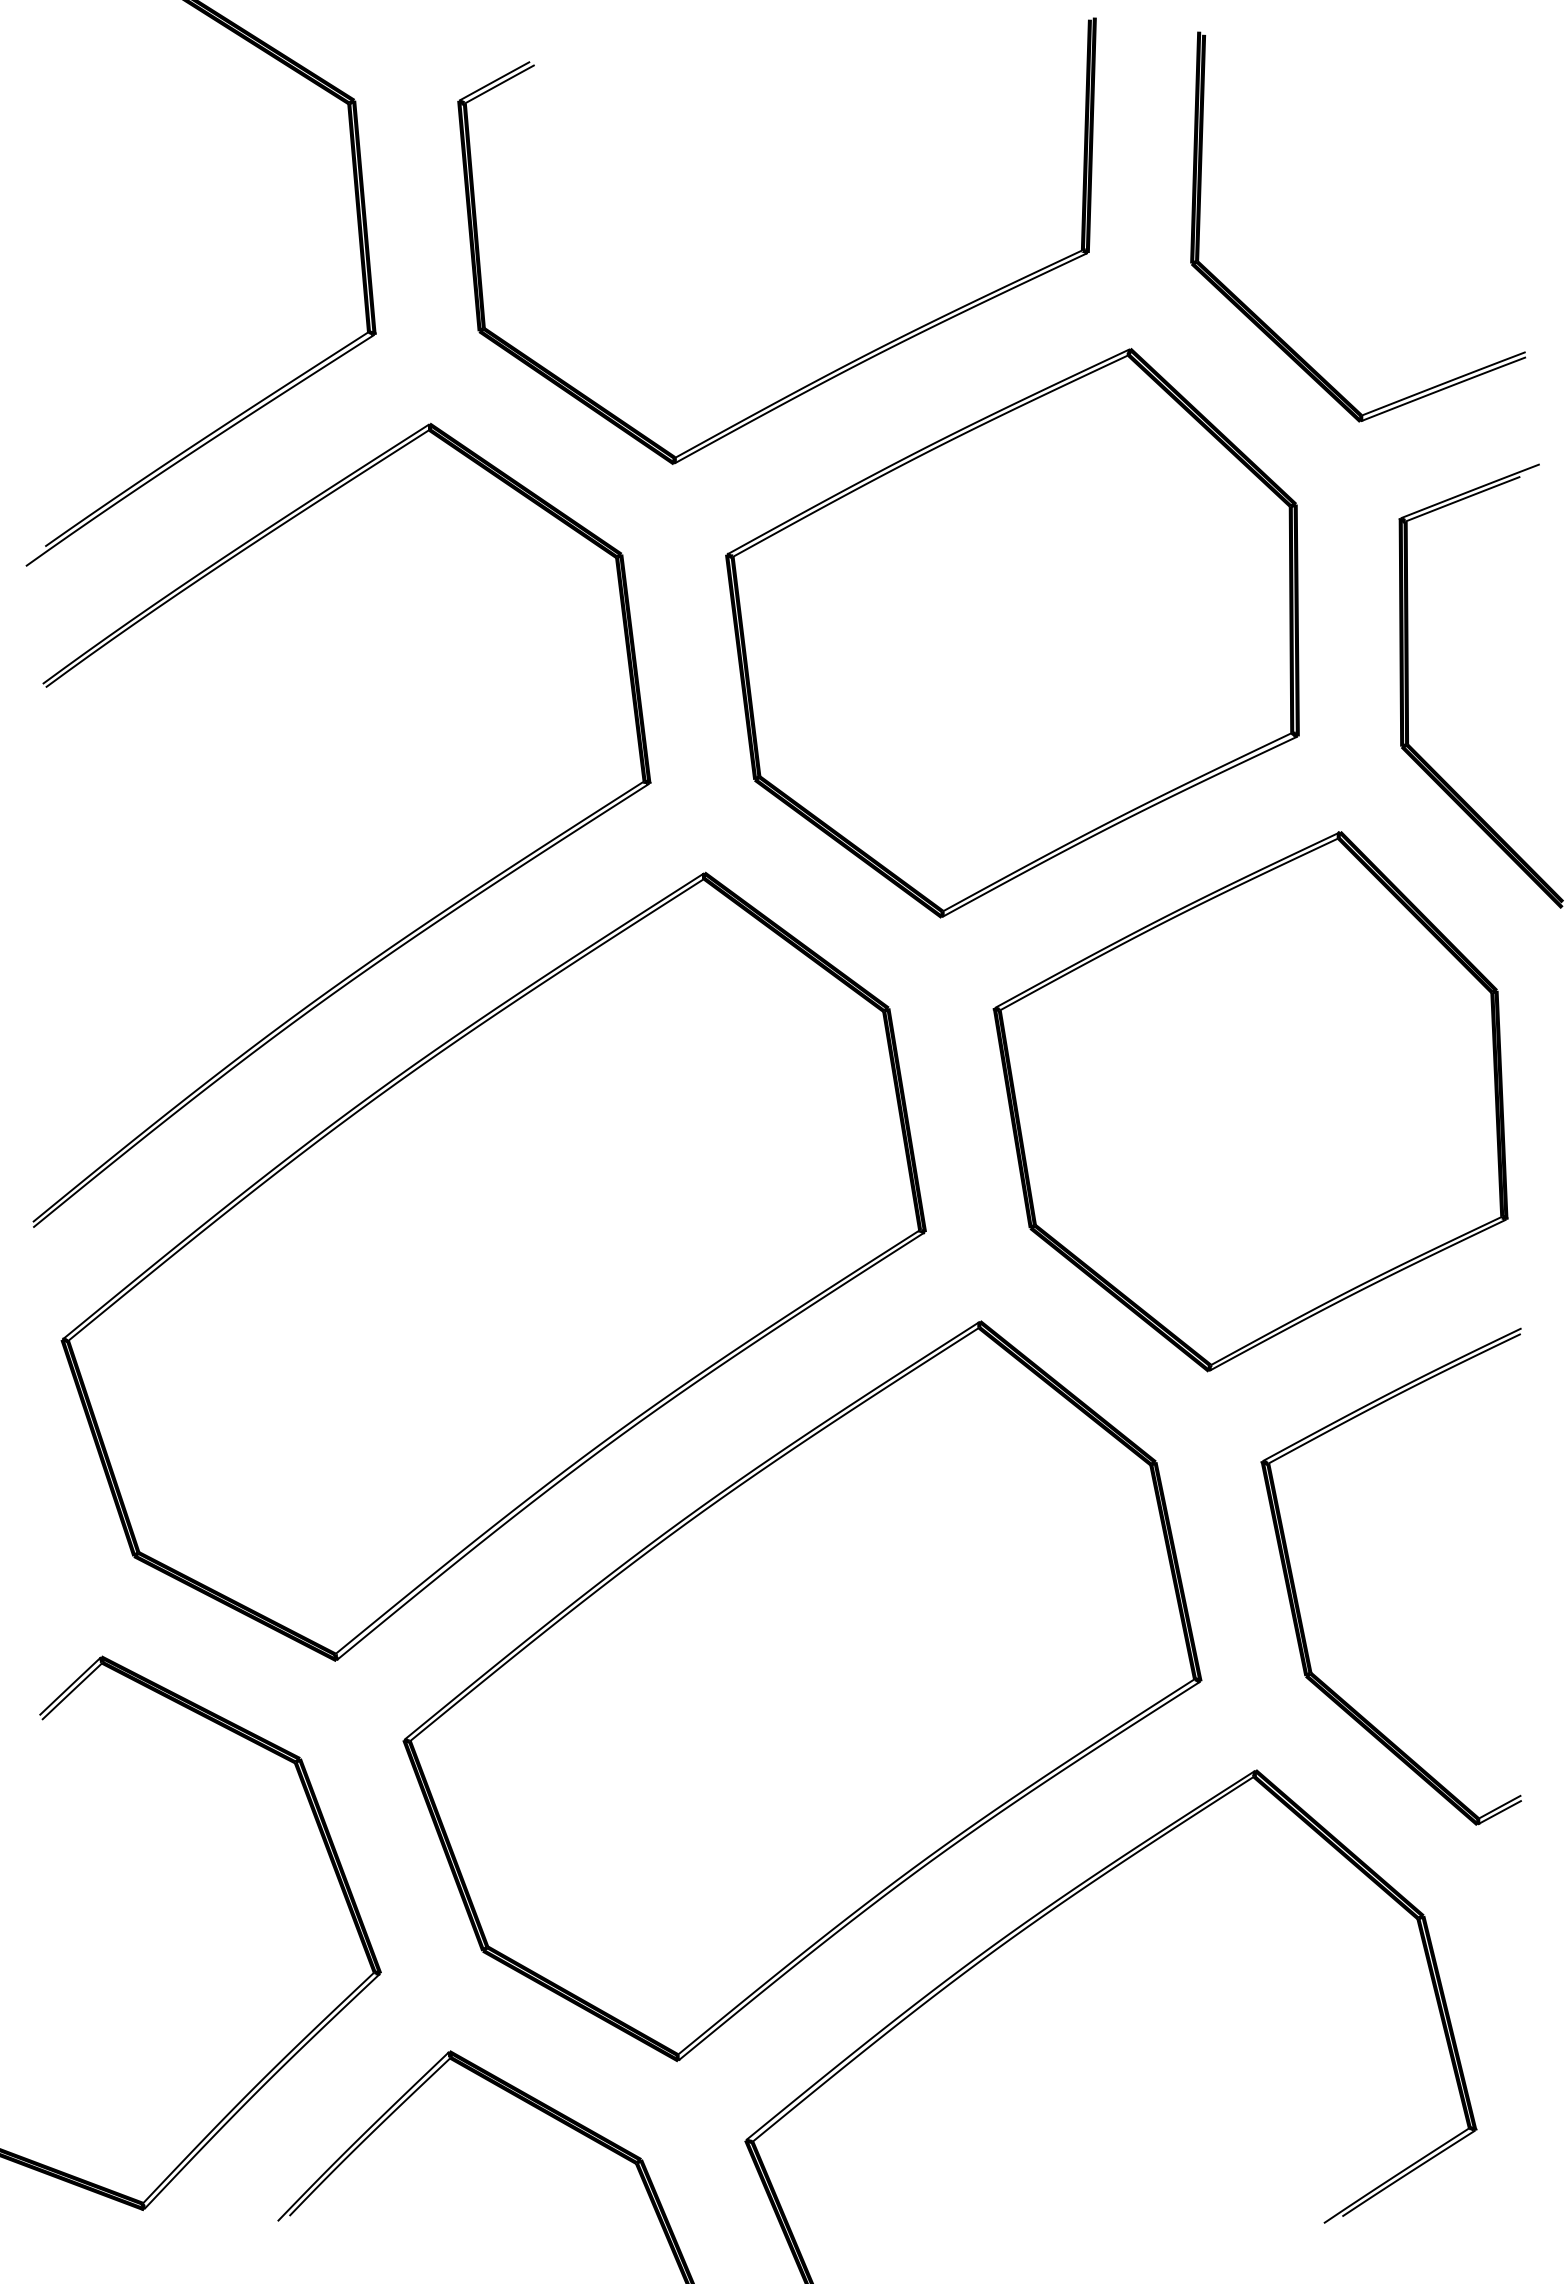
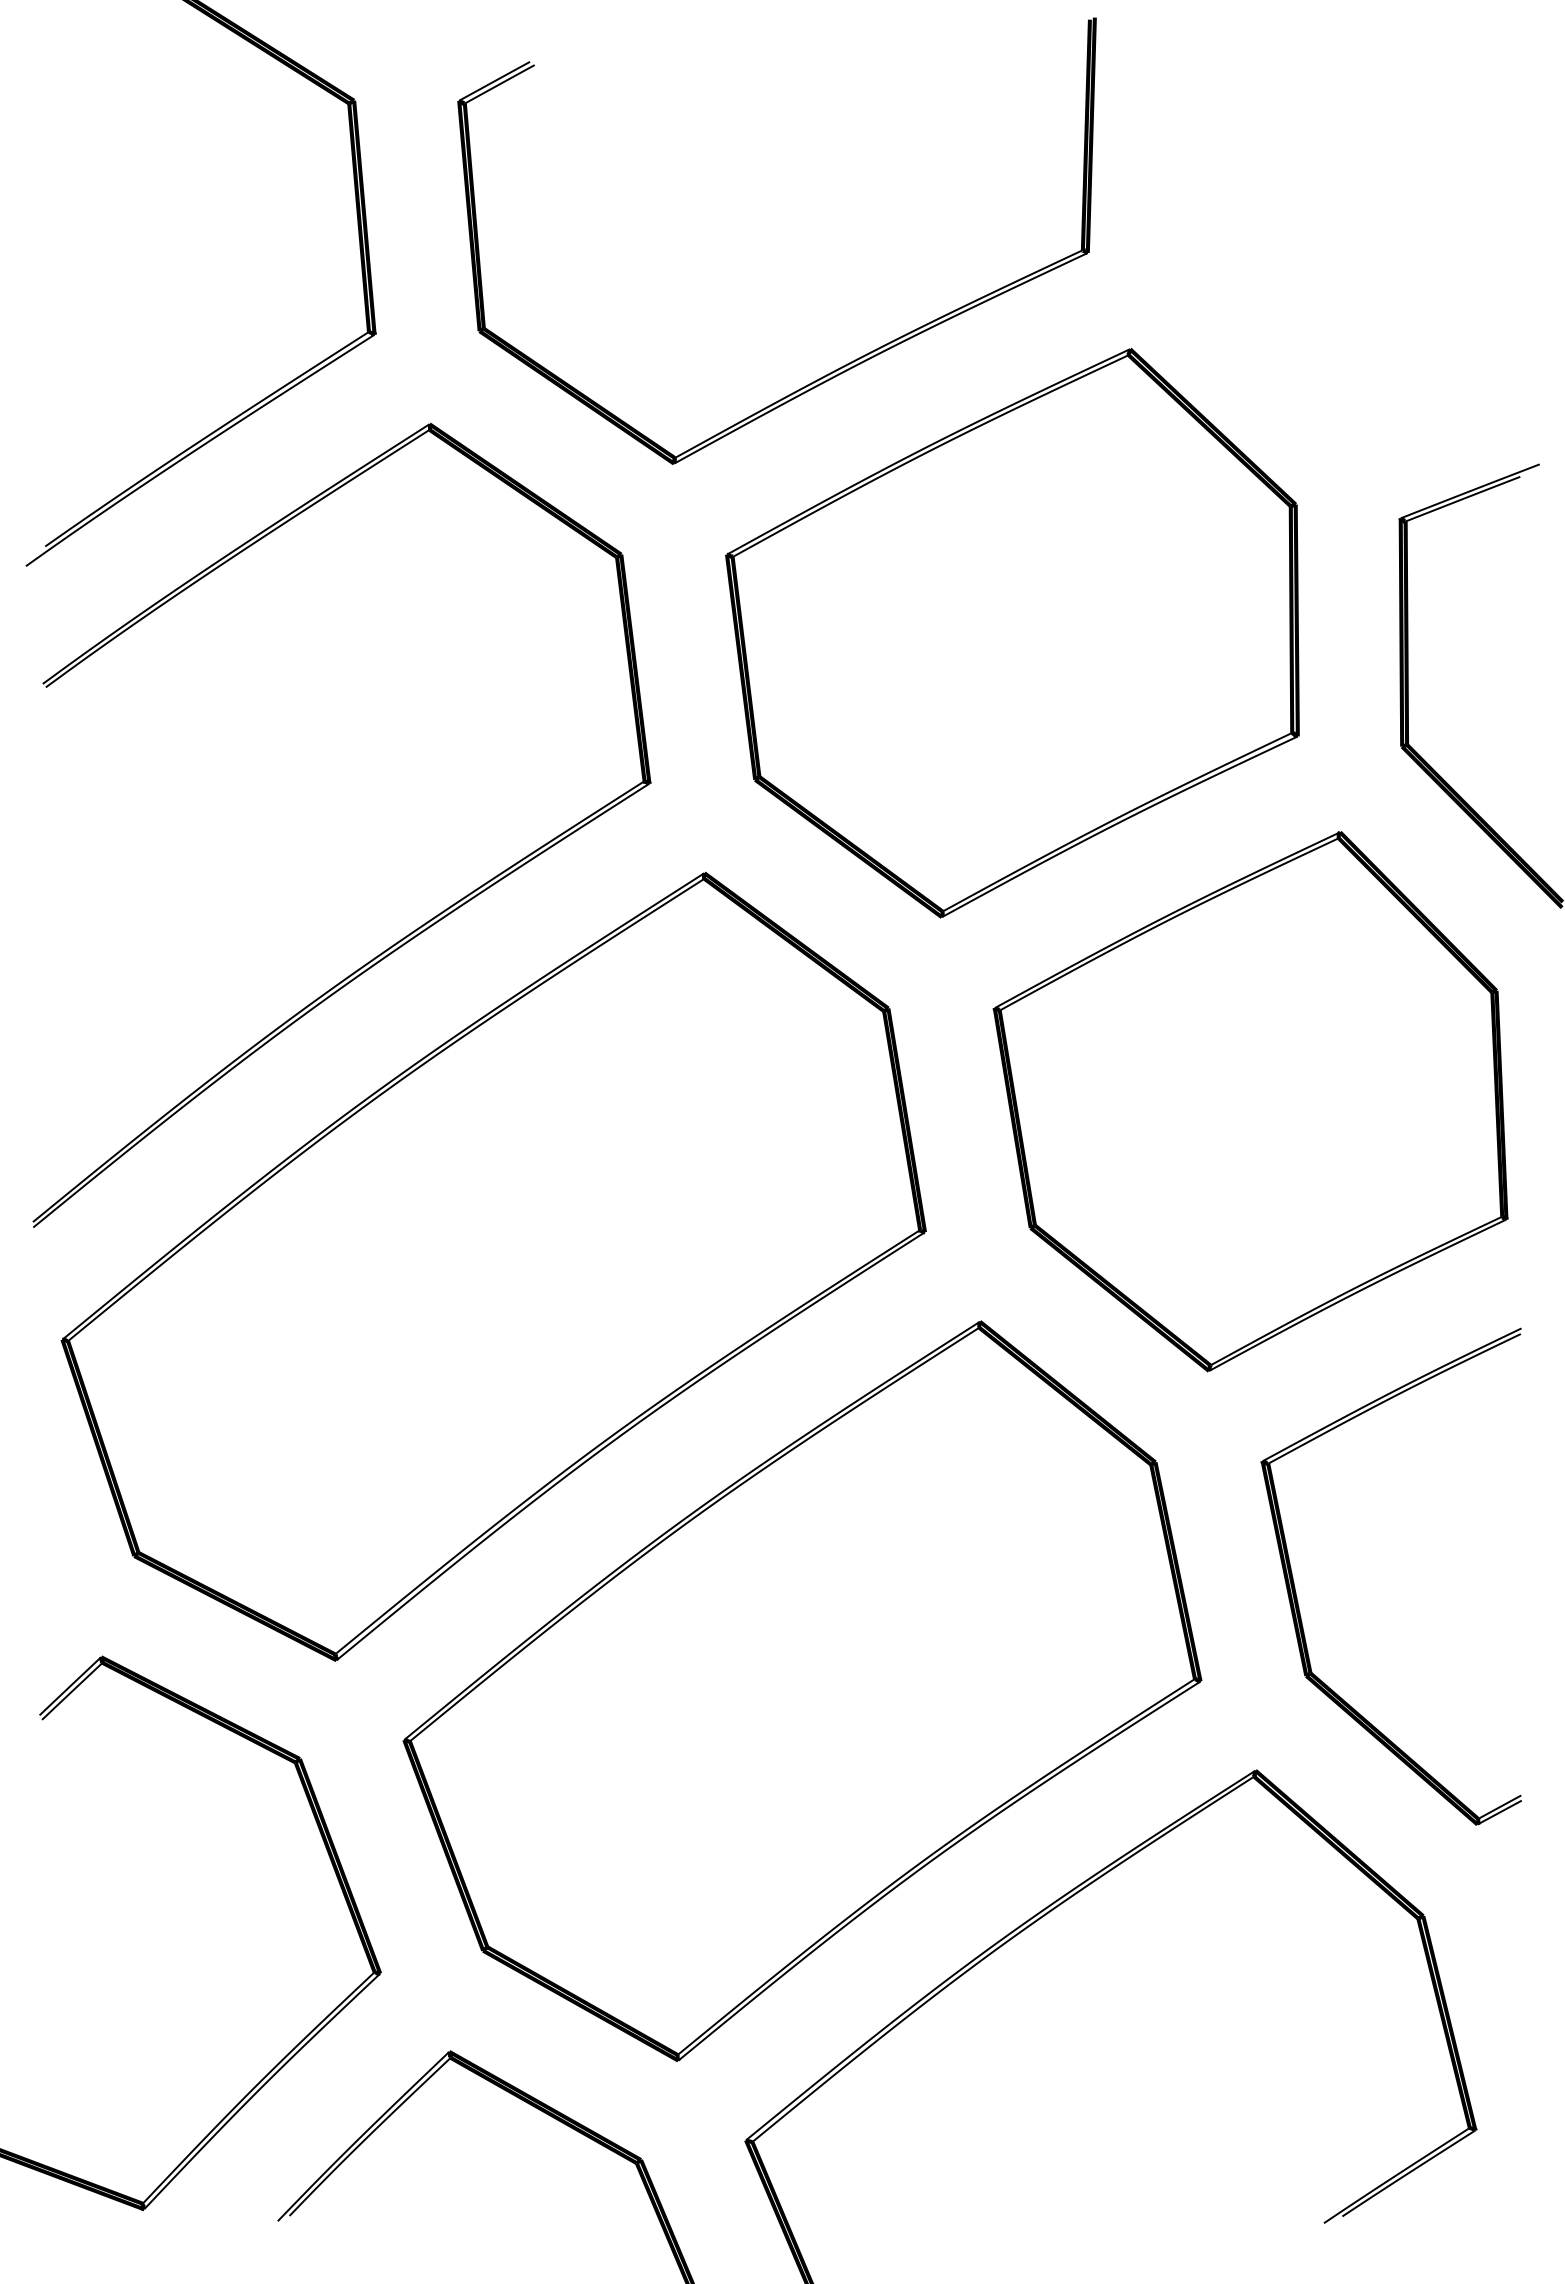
part at (1269, 326): present -> none
